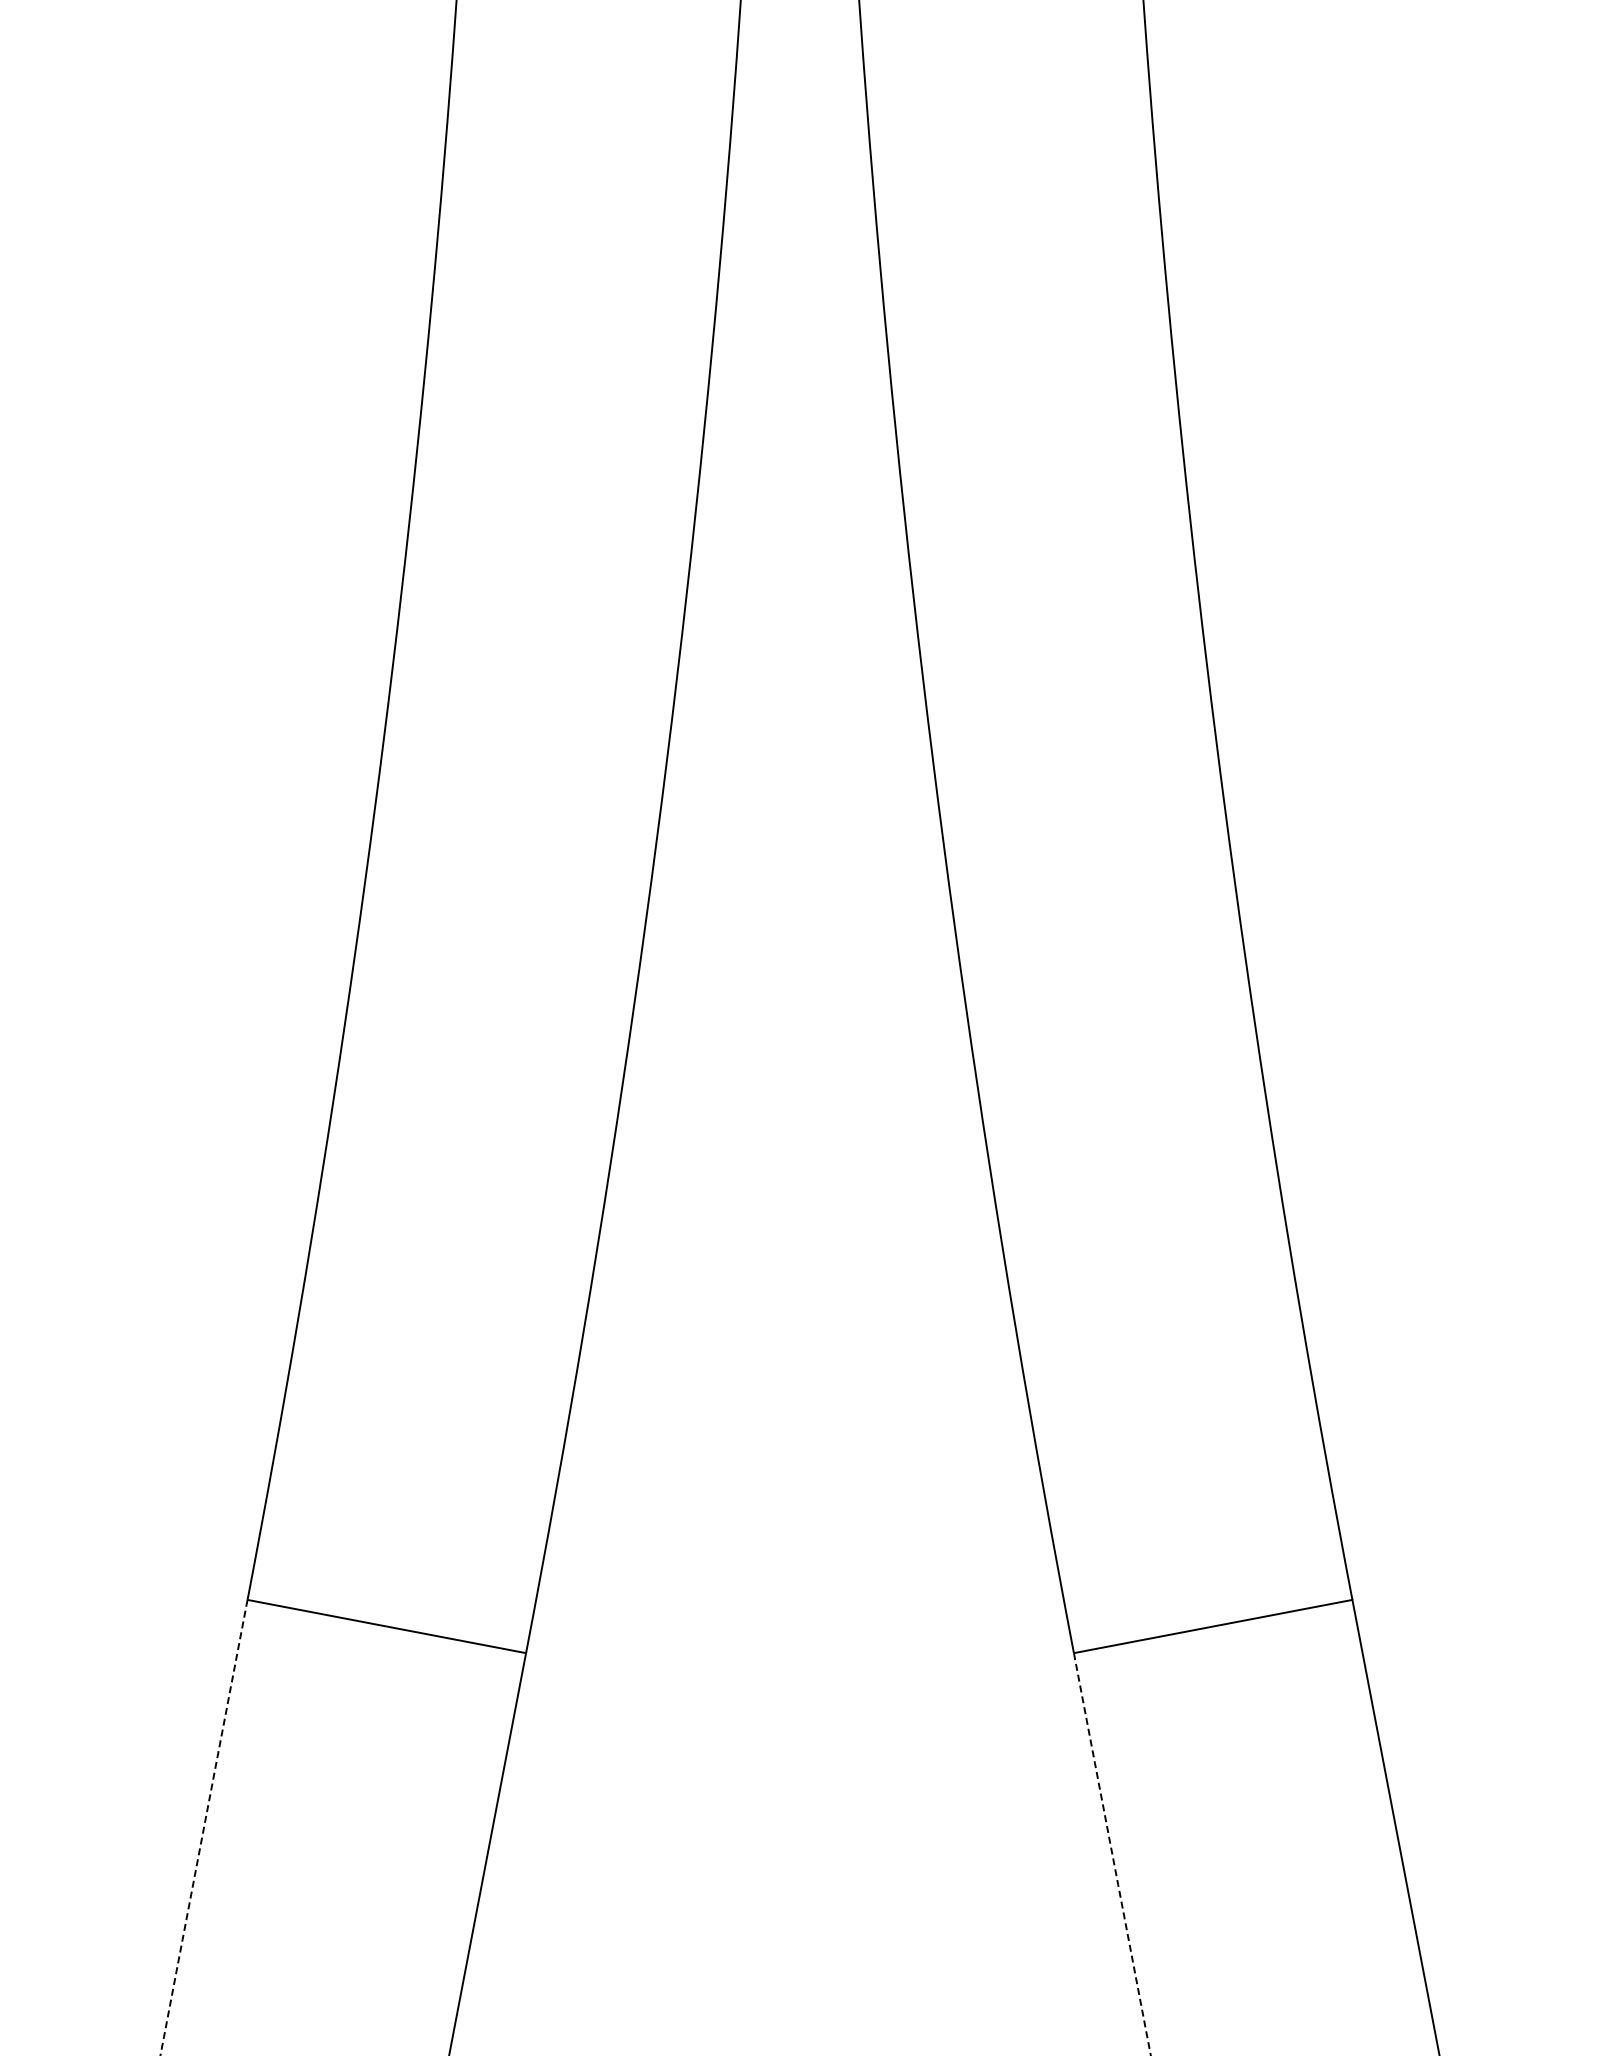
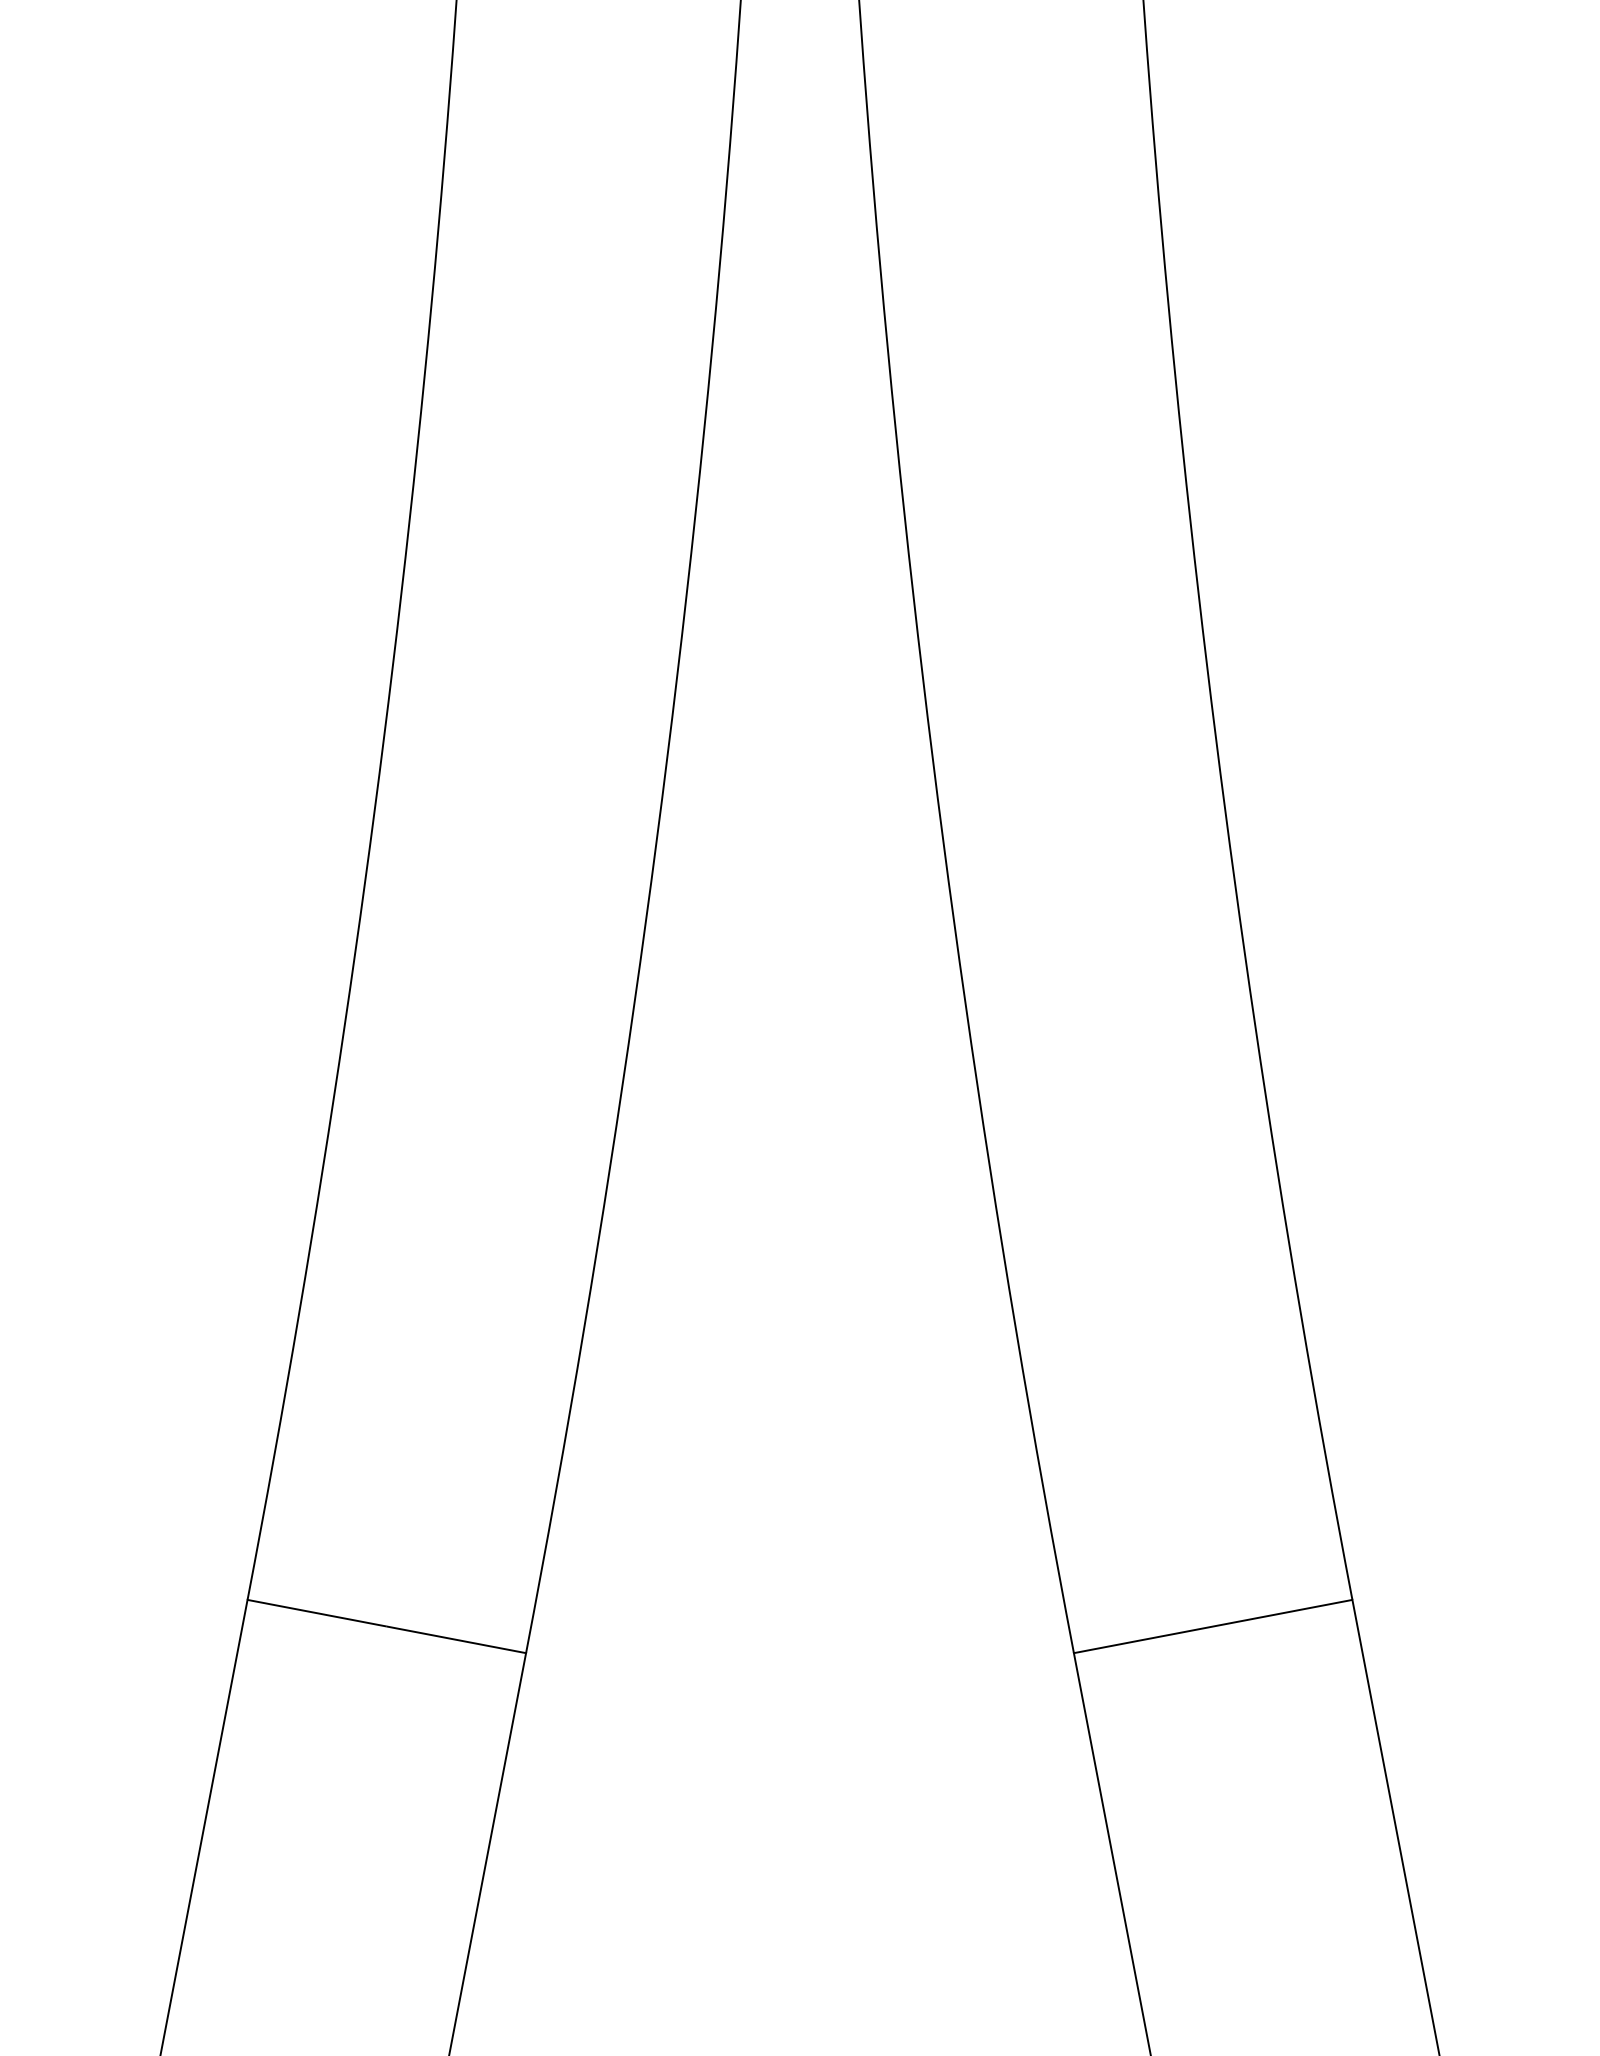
line at (204, 1827): dashed -> solid
line at (1112, 1854): dashed -> solid
